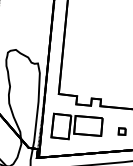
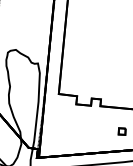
part at (76, 126): present -> none
